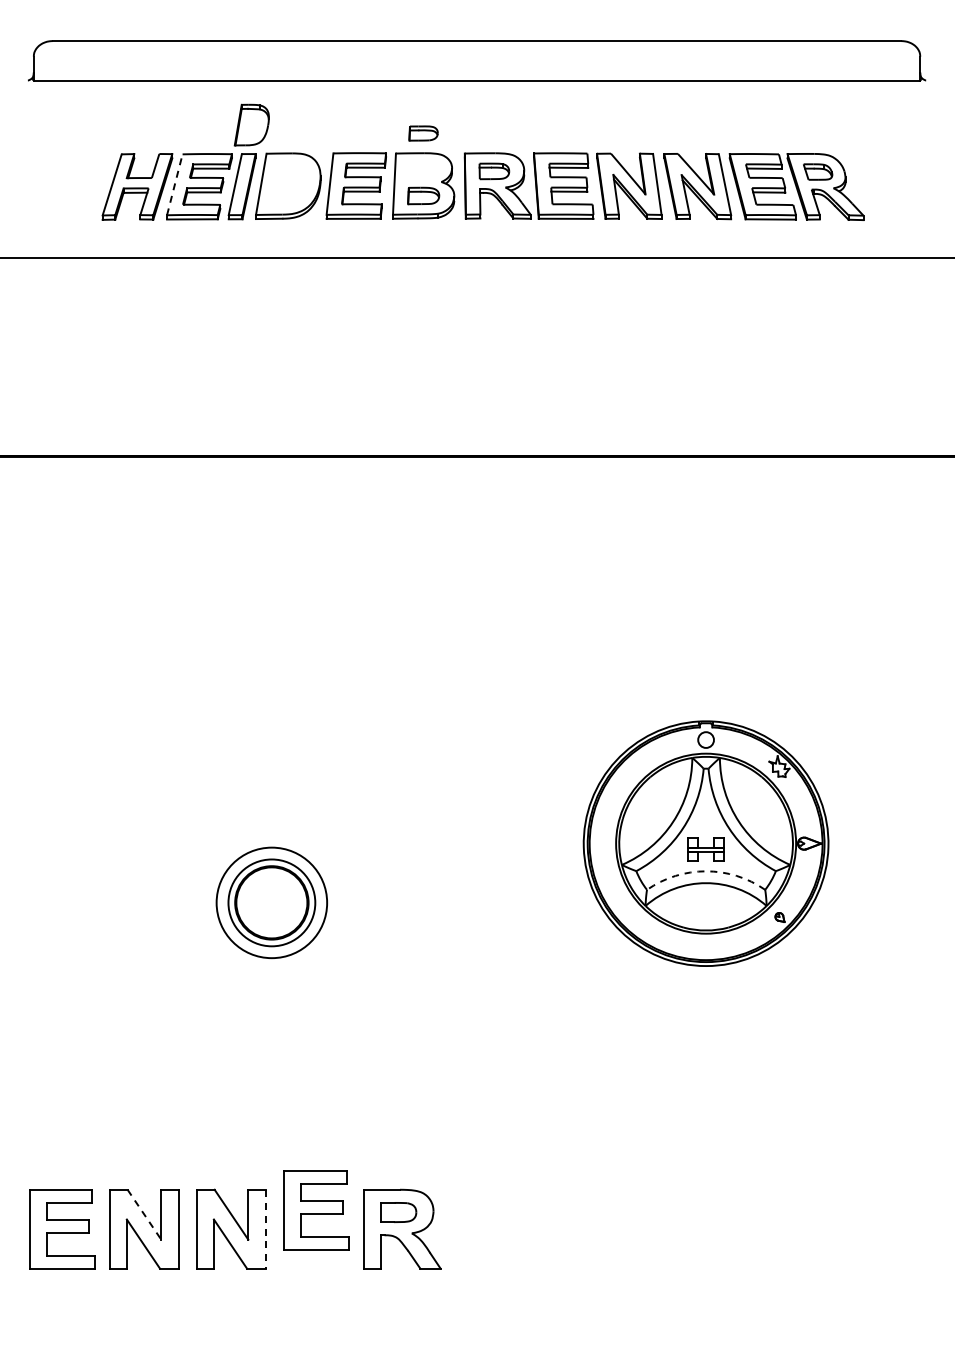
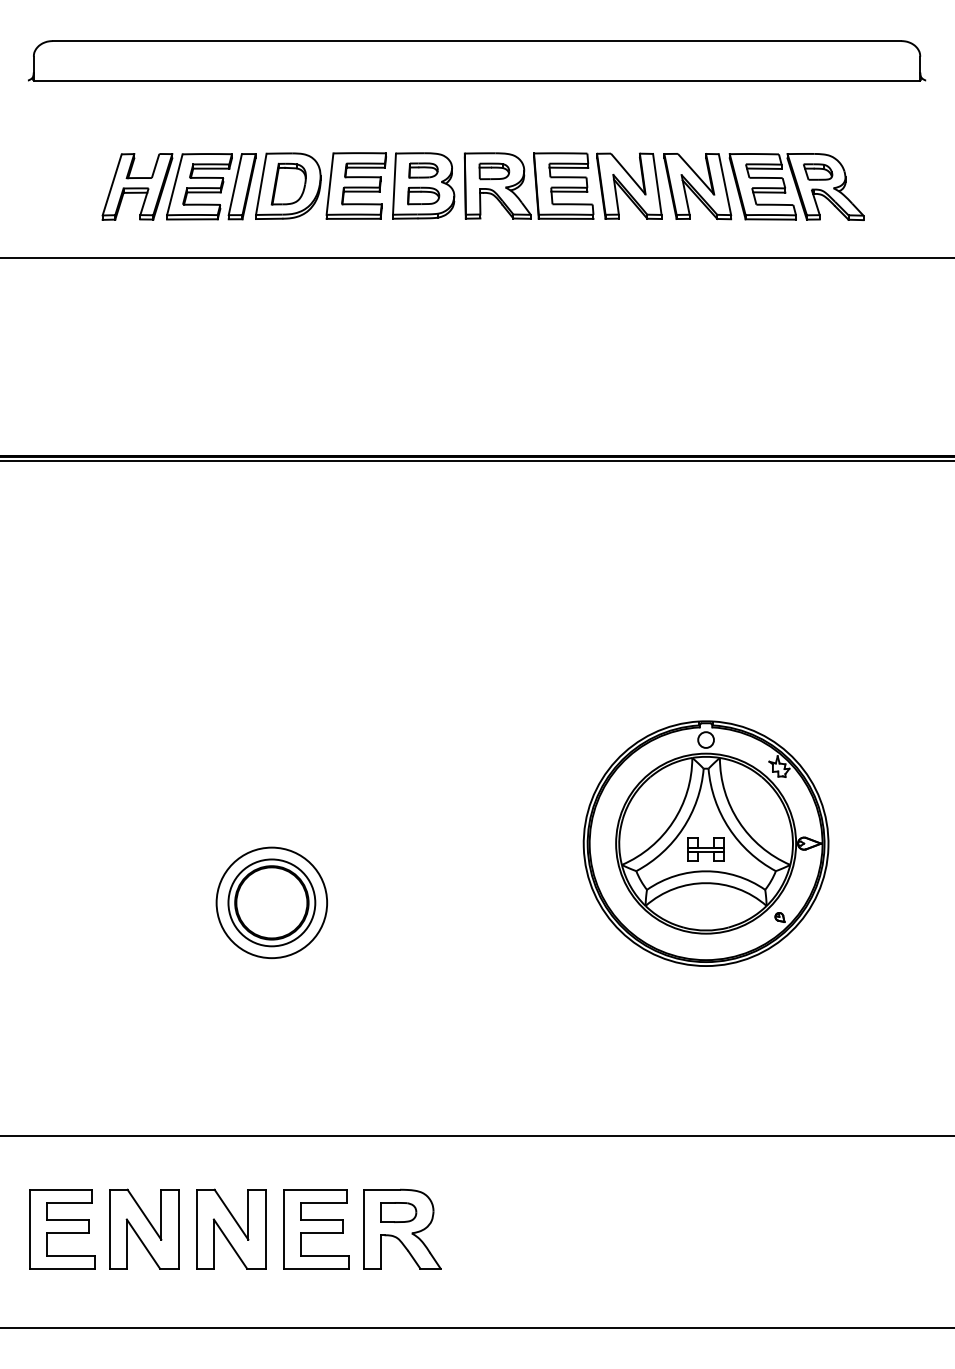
part at (251, 124) position: (251, 124) -> (288, 183)
part at (423, 133) position: (423, 133) -> (423, 170)
line at (174, 184): dashed -> solid
line at (476, 460): none -> present
arc at (706, 871): dashed -> solid
line at (476, 1136): none -> present
part at (316, 1210) position: (316, 1210) -> (316, 1229)
line at (144, 1215): dashed -> solid
line at (265, 1229): dashed -> solid
line at (476, 1327): none -> present
